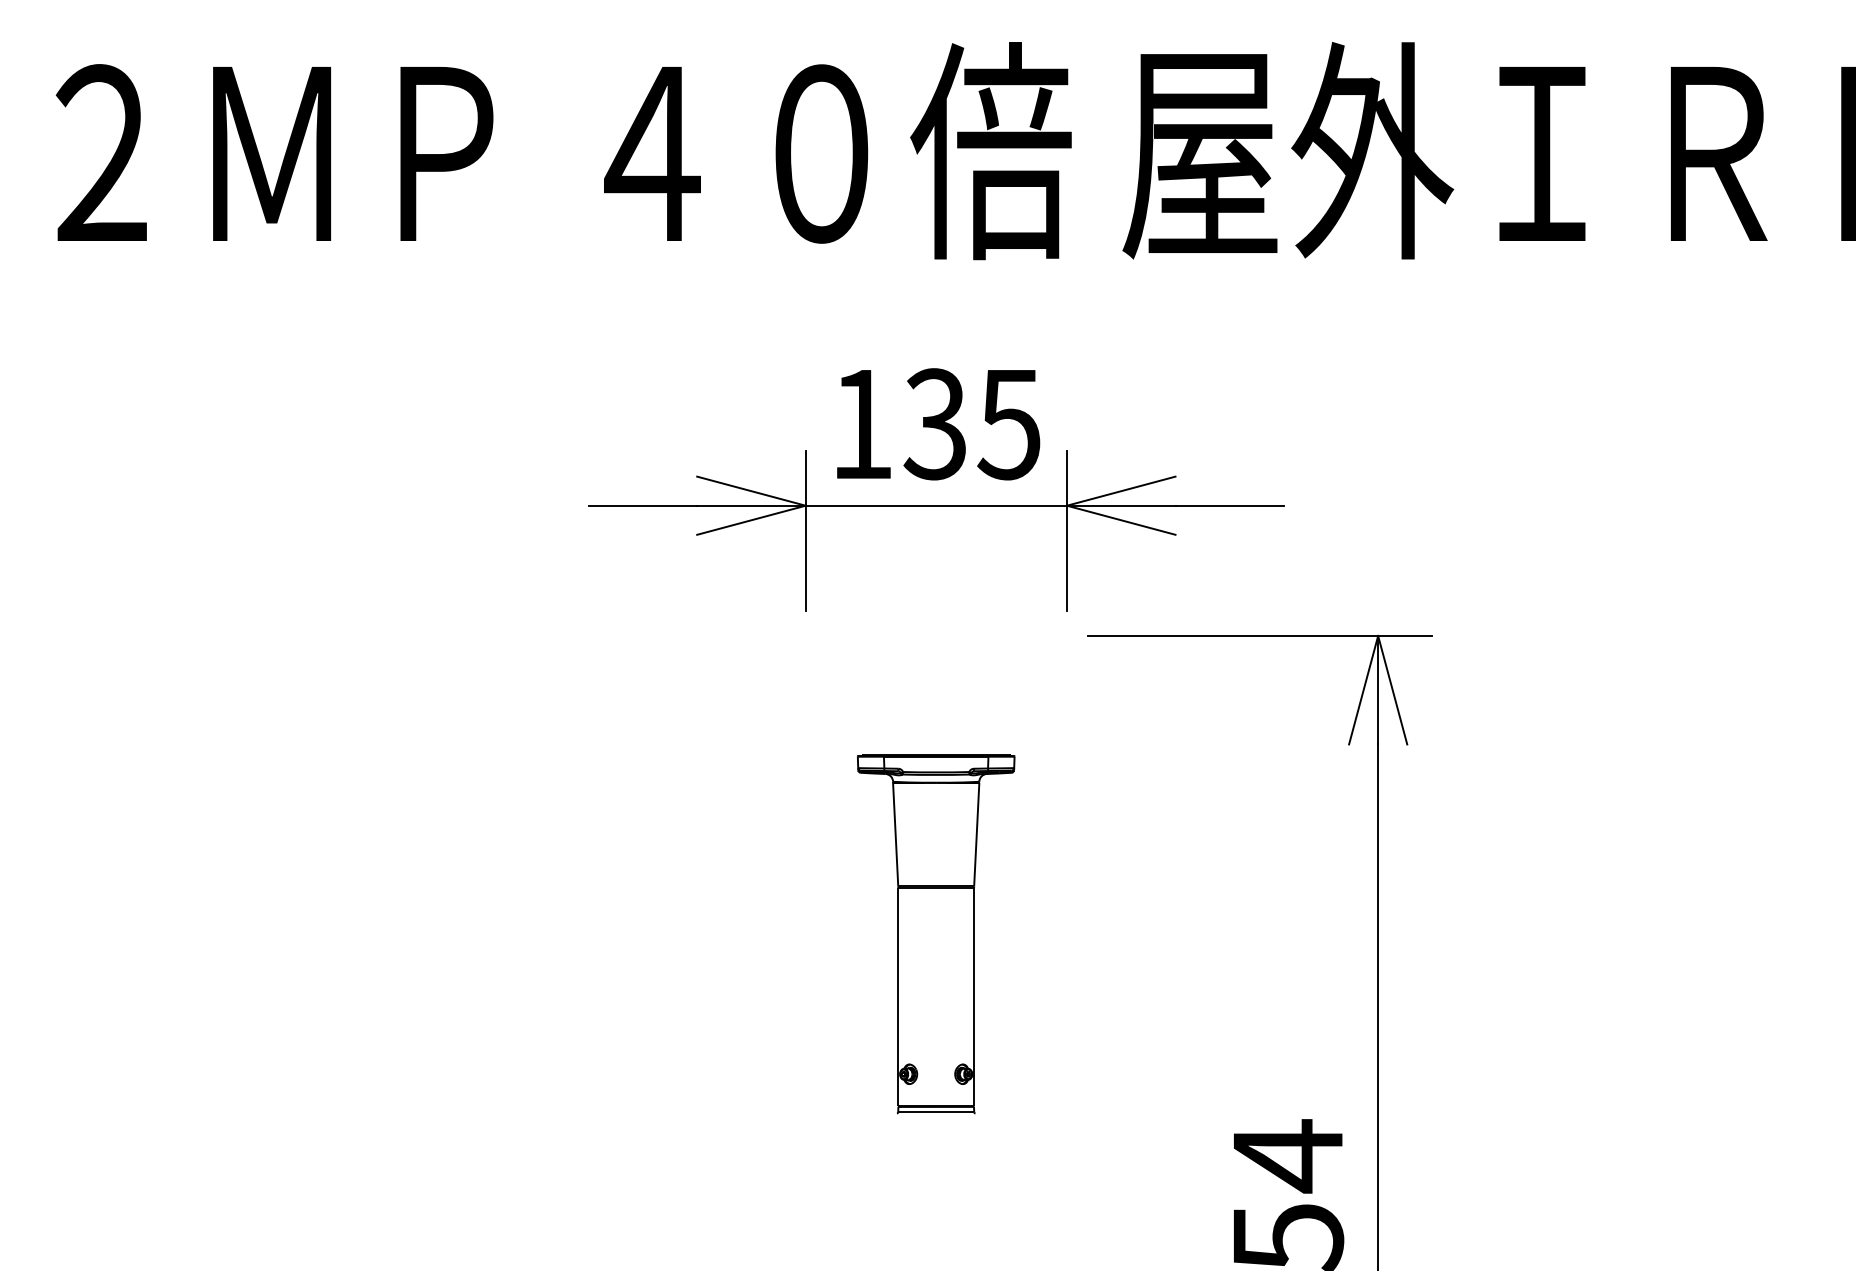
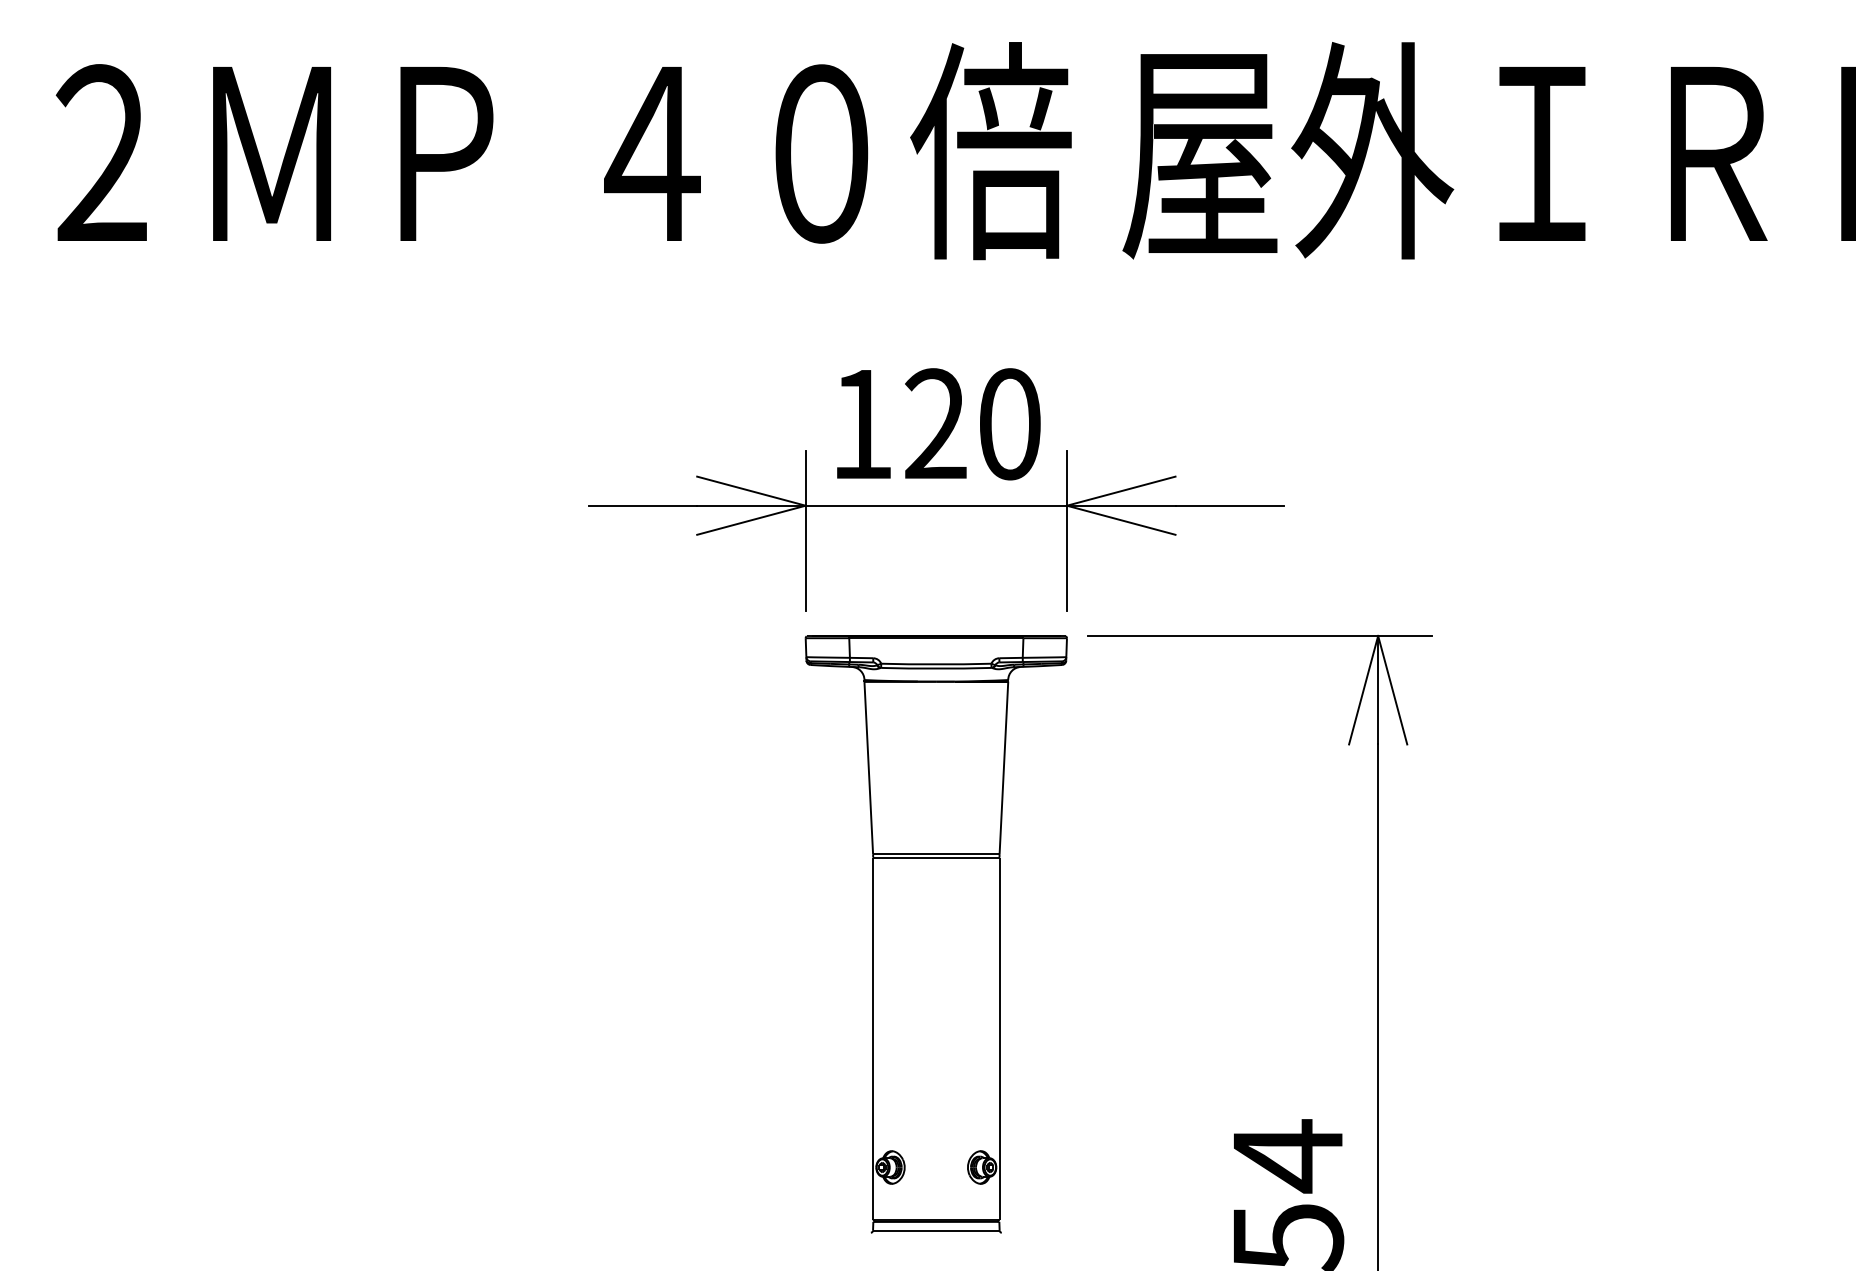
text at (971, 424): 135 -> 120
part at (936, 934) size: 159x361 px -> 264x599 px
